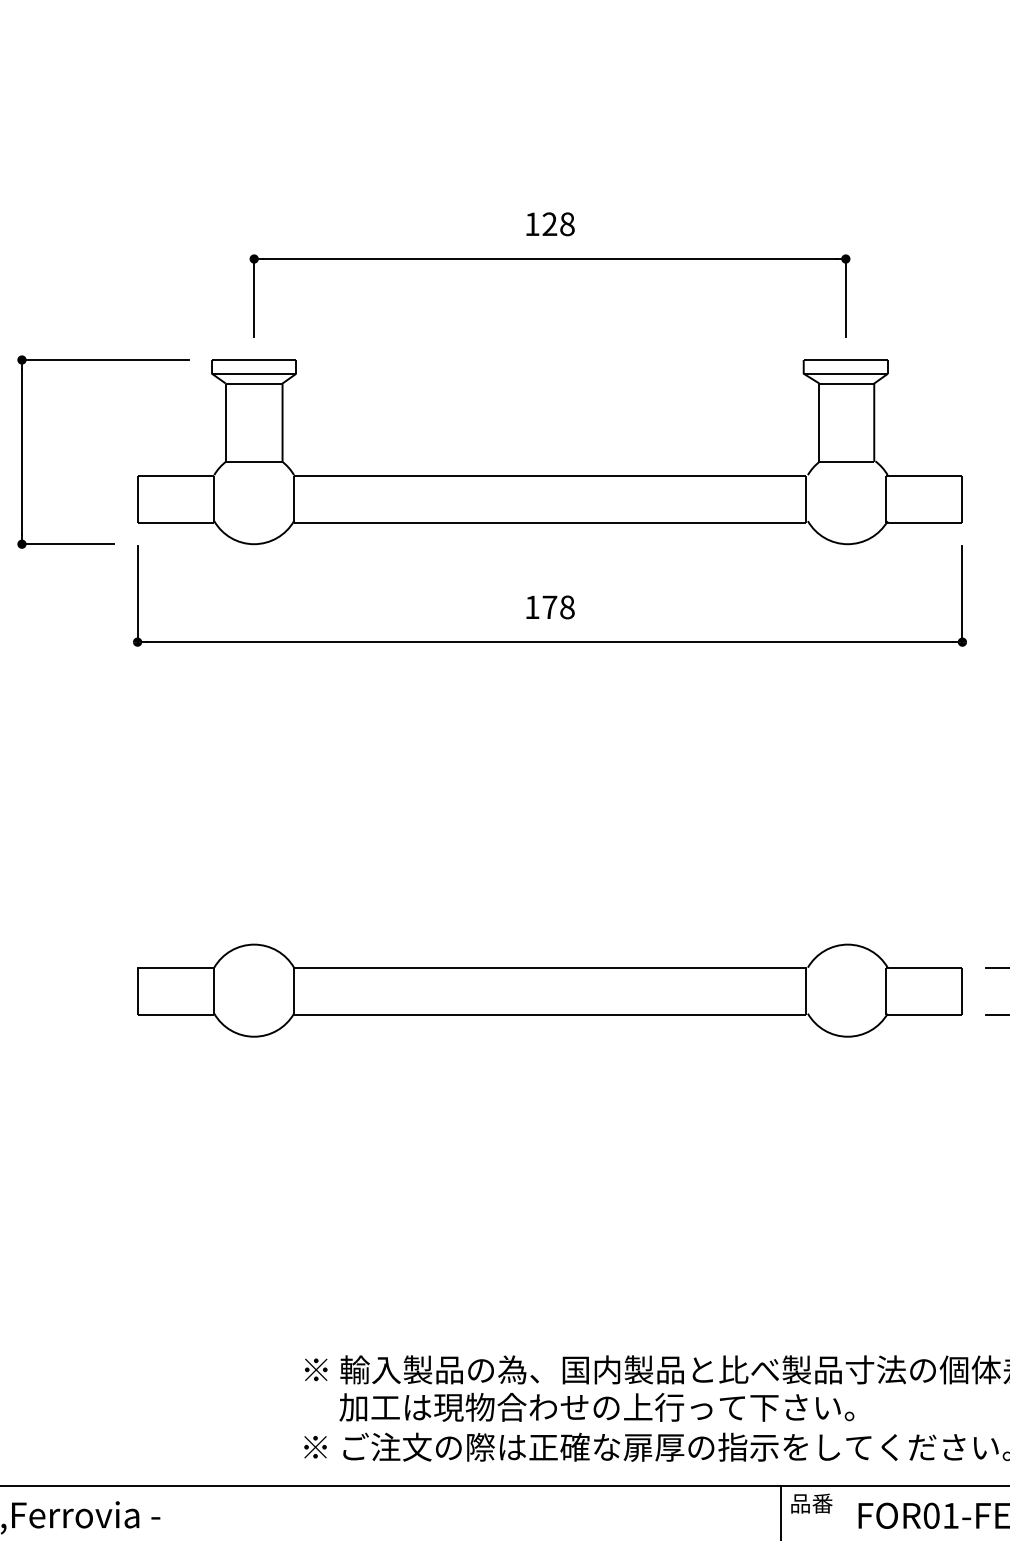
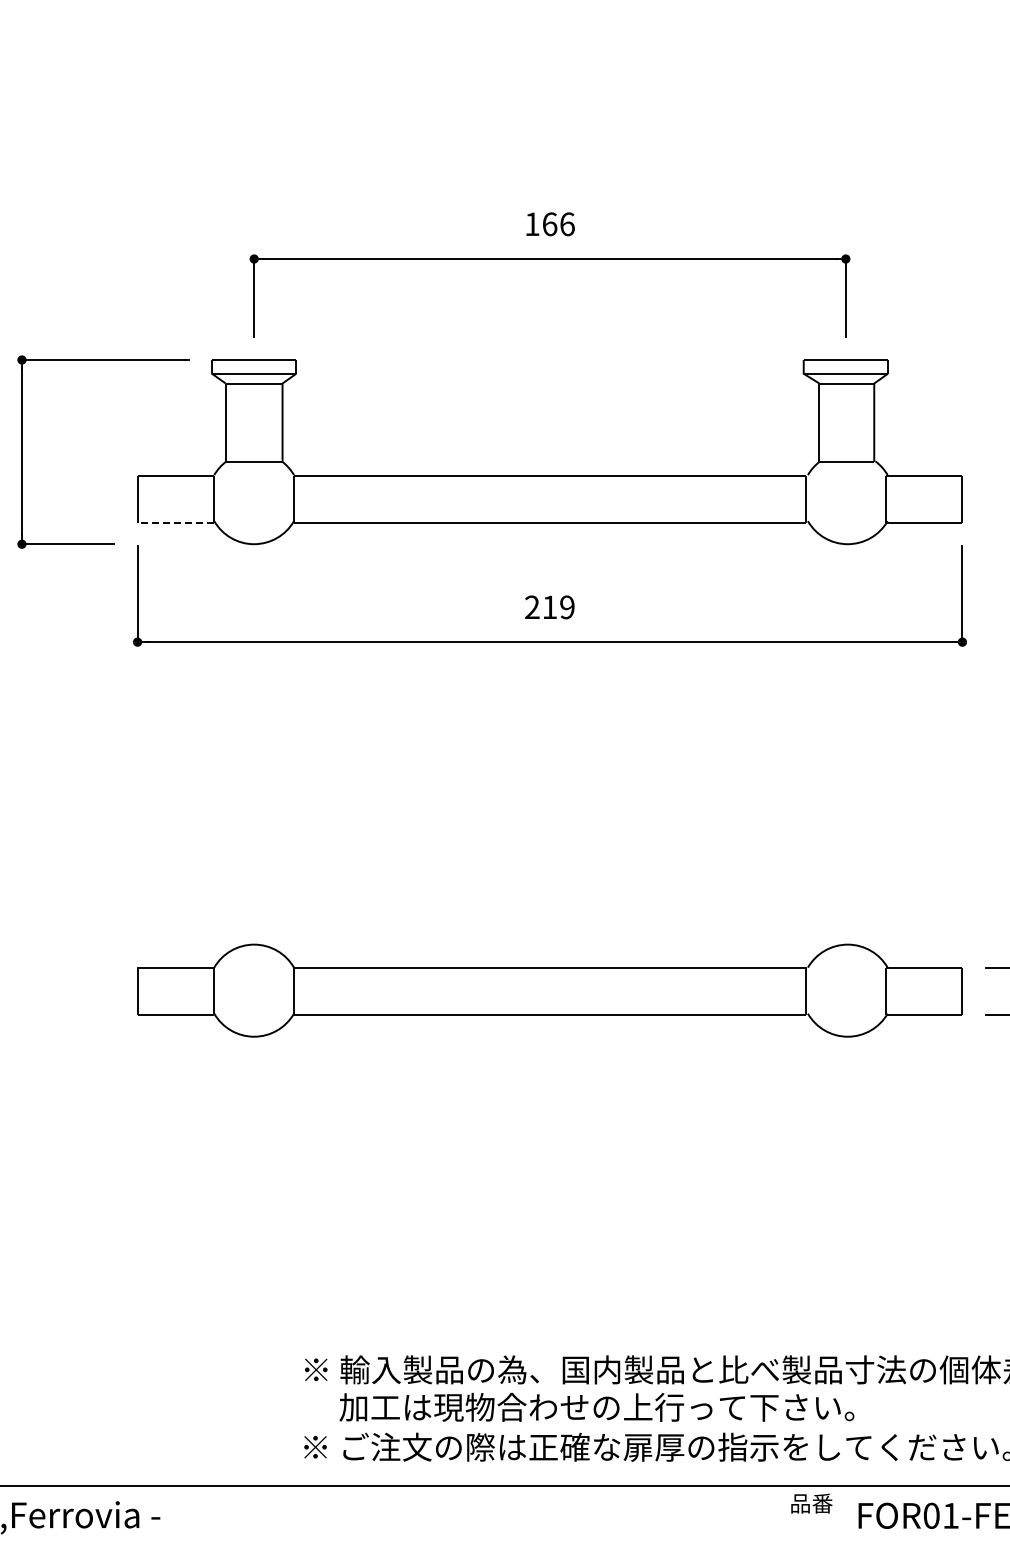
text at (558, 224): 128 -> 166
line at (175, 522): solid -> dashed
text at (549, 607): 178 -> 219
line at (781, 1511): present -> none
